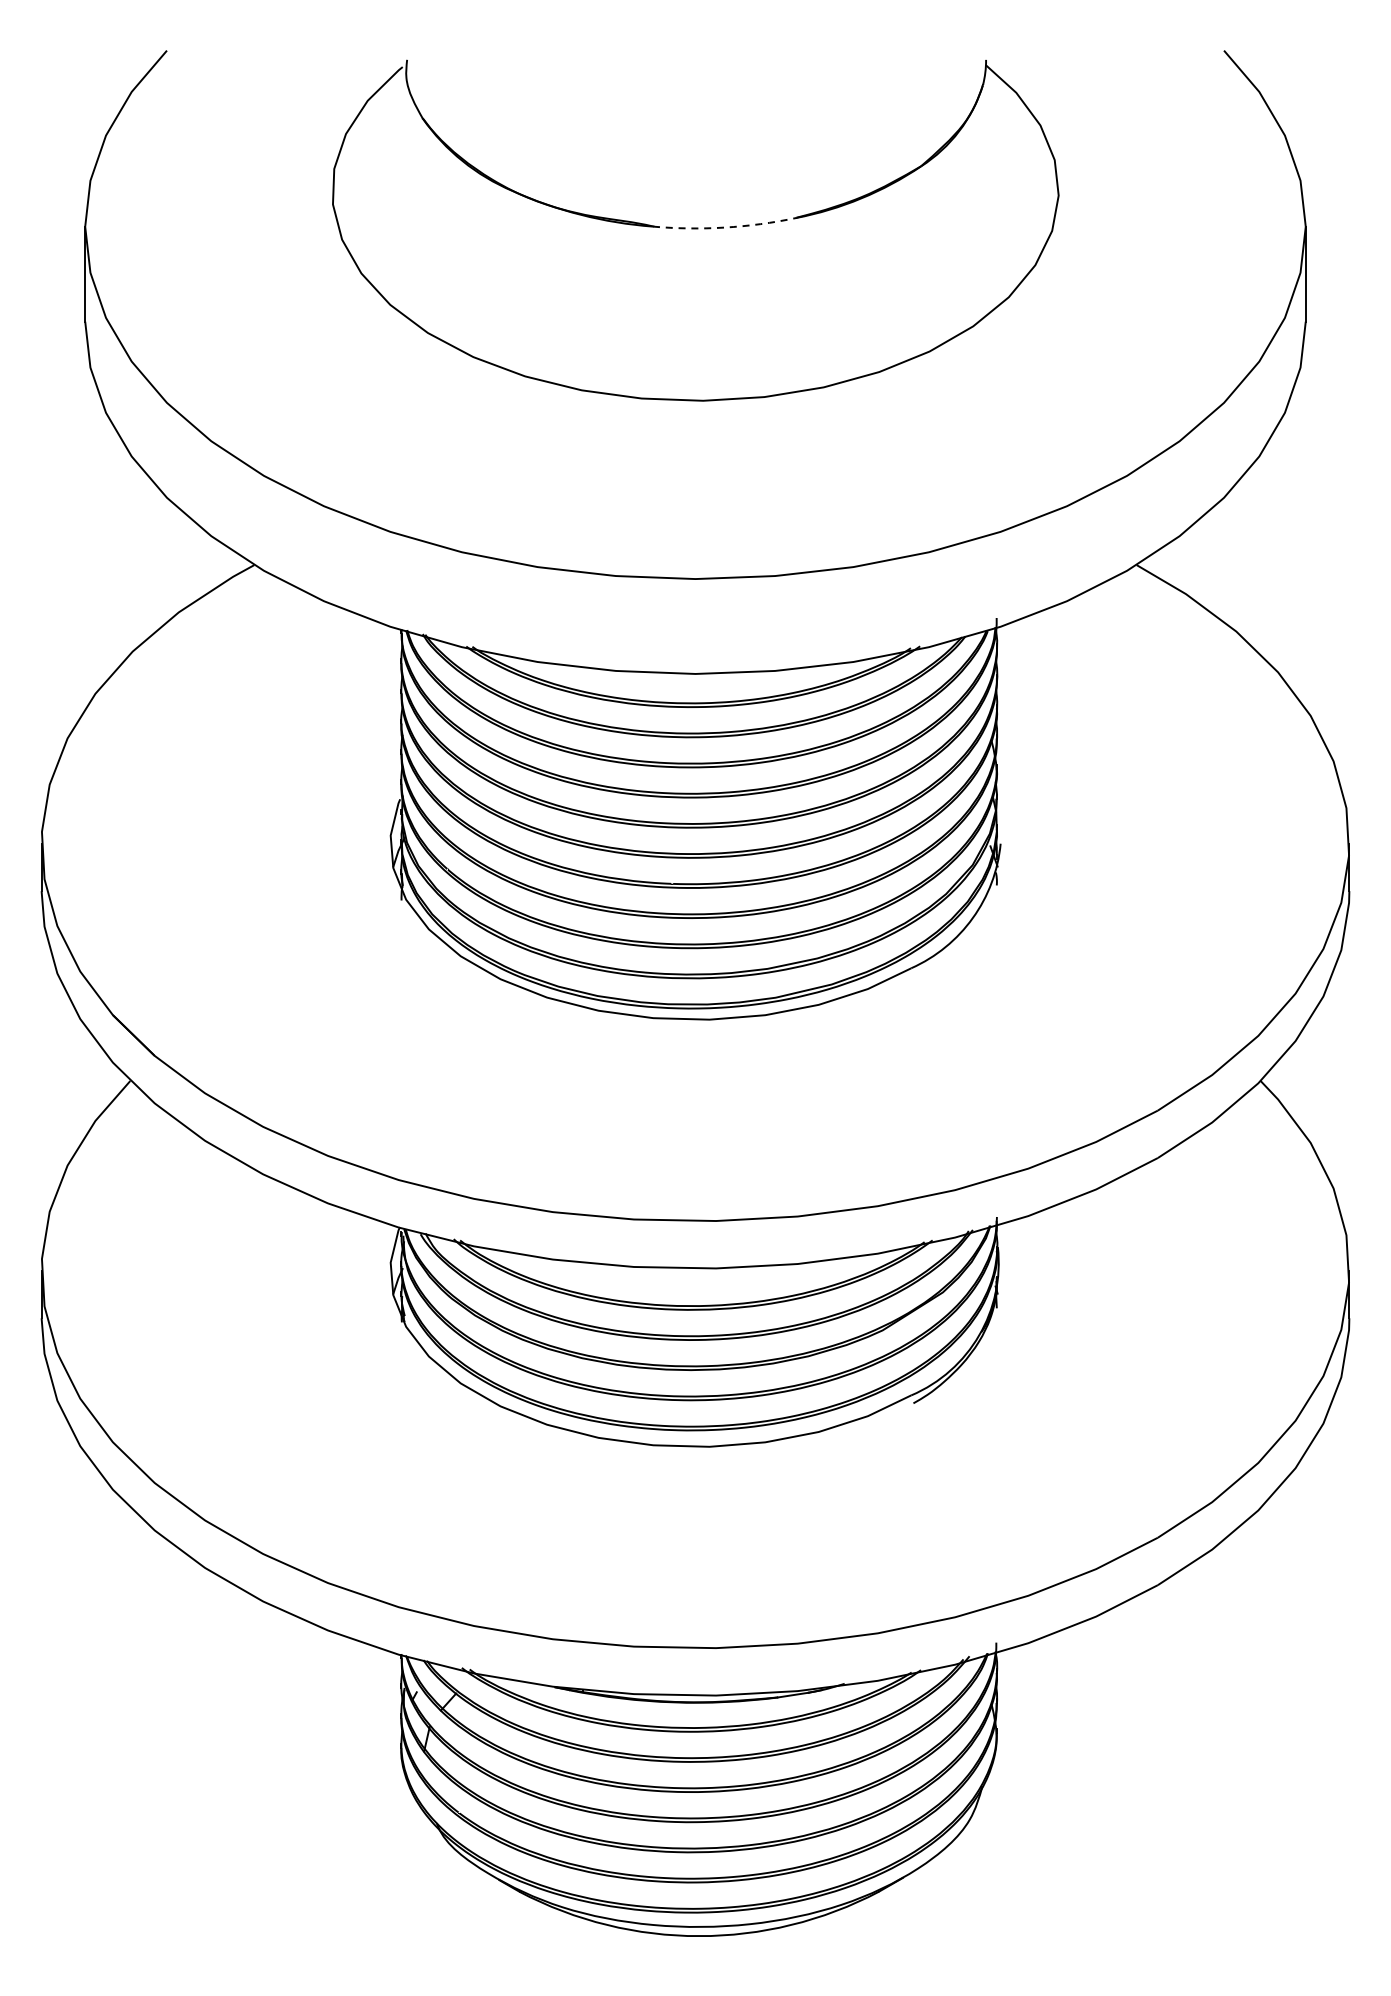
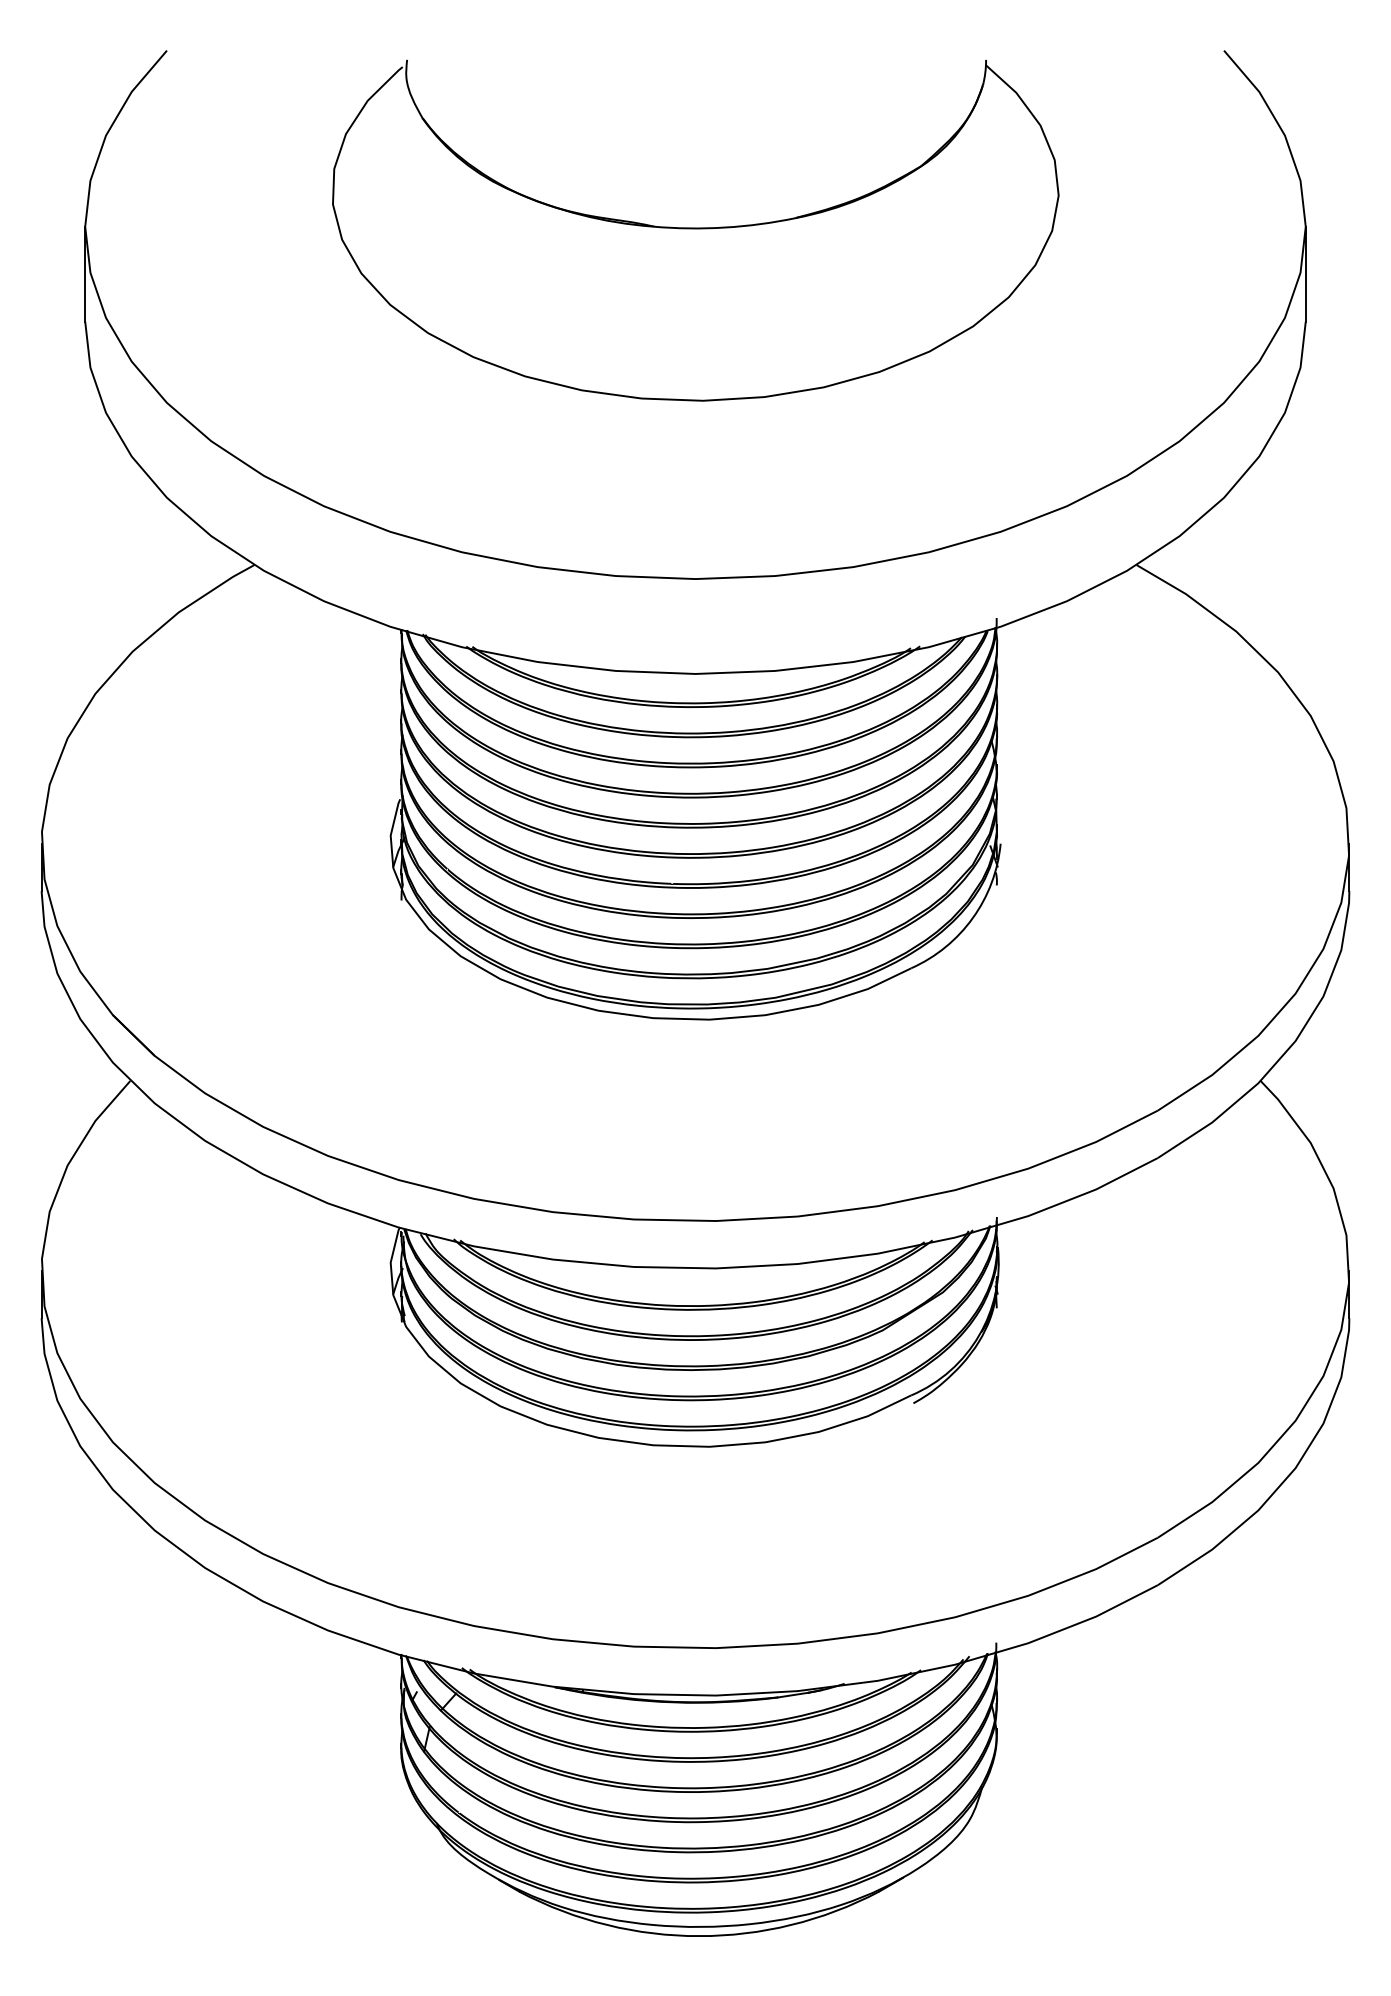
arc at (724, 227): dashed -> solid
